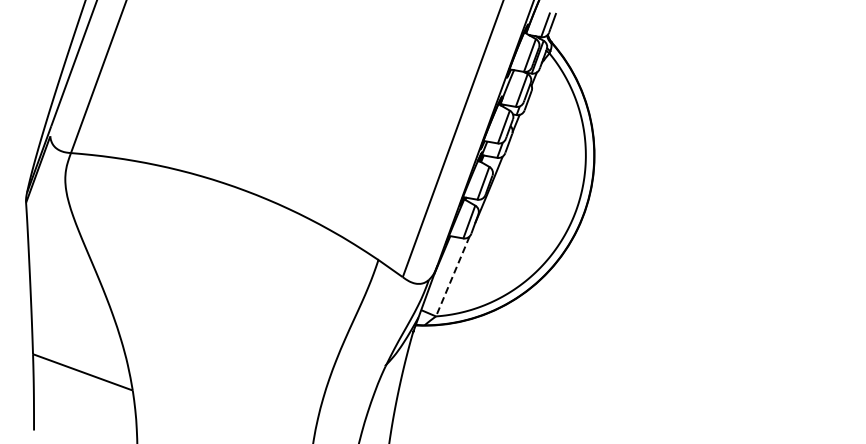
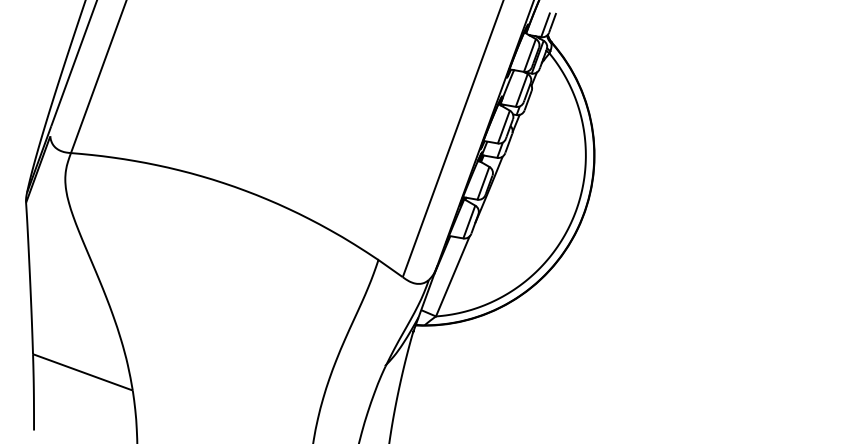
line at (452, 276): dashed -> solid
